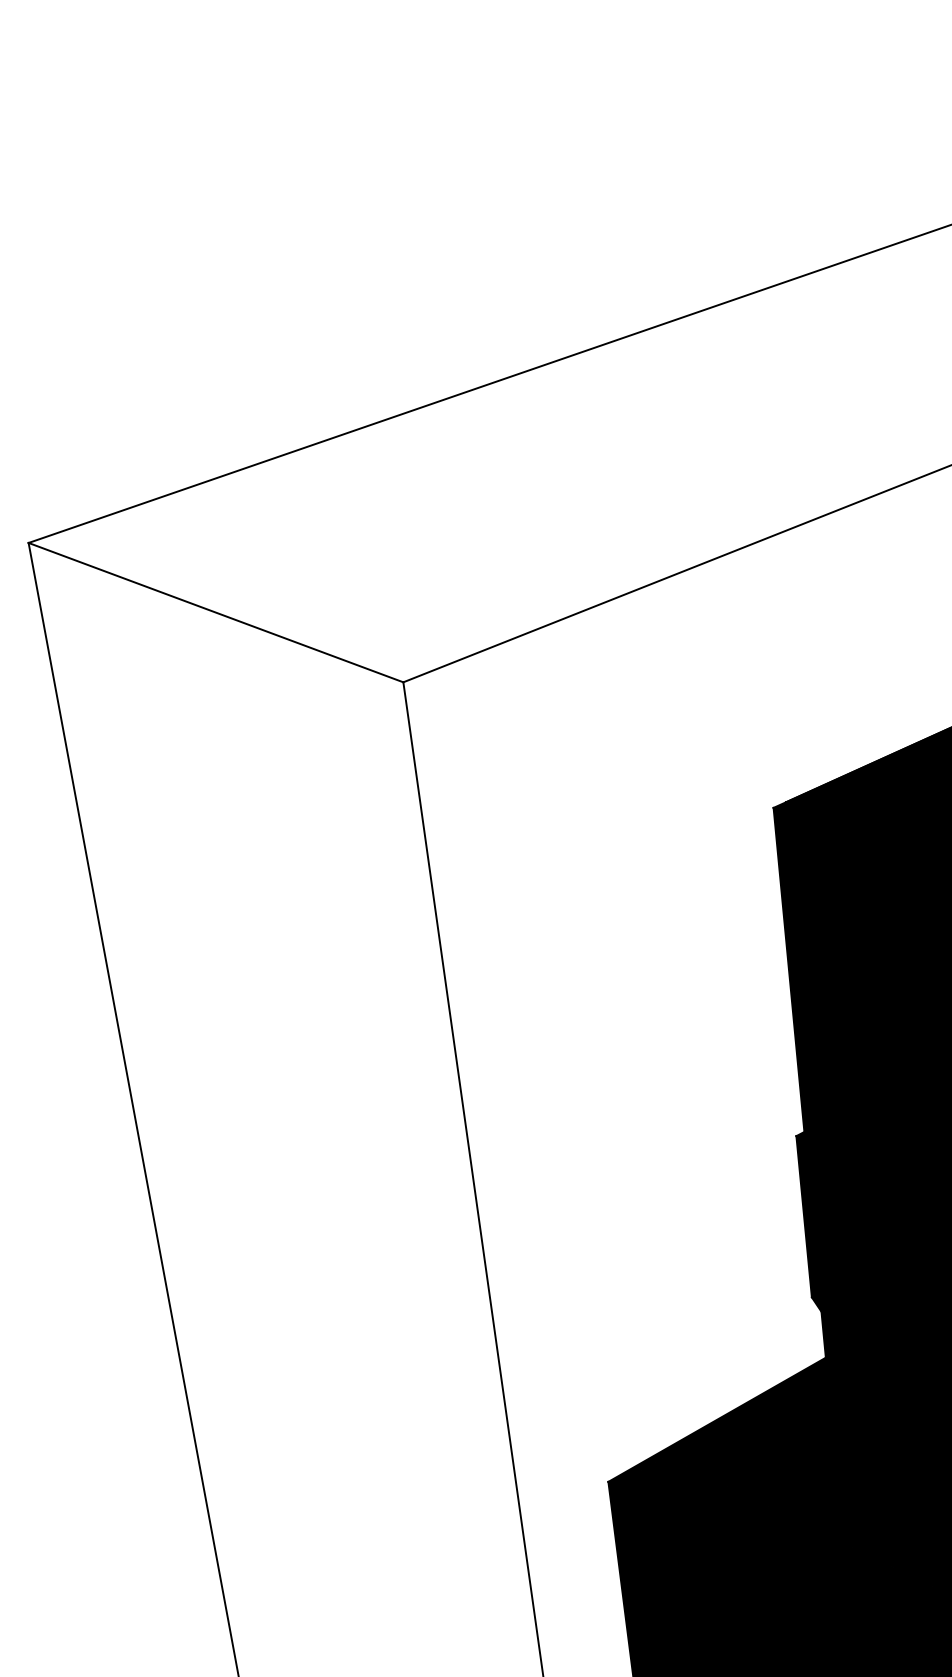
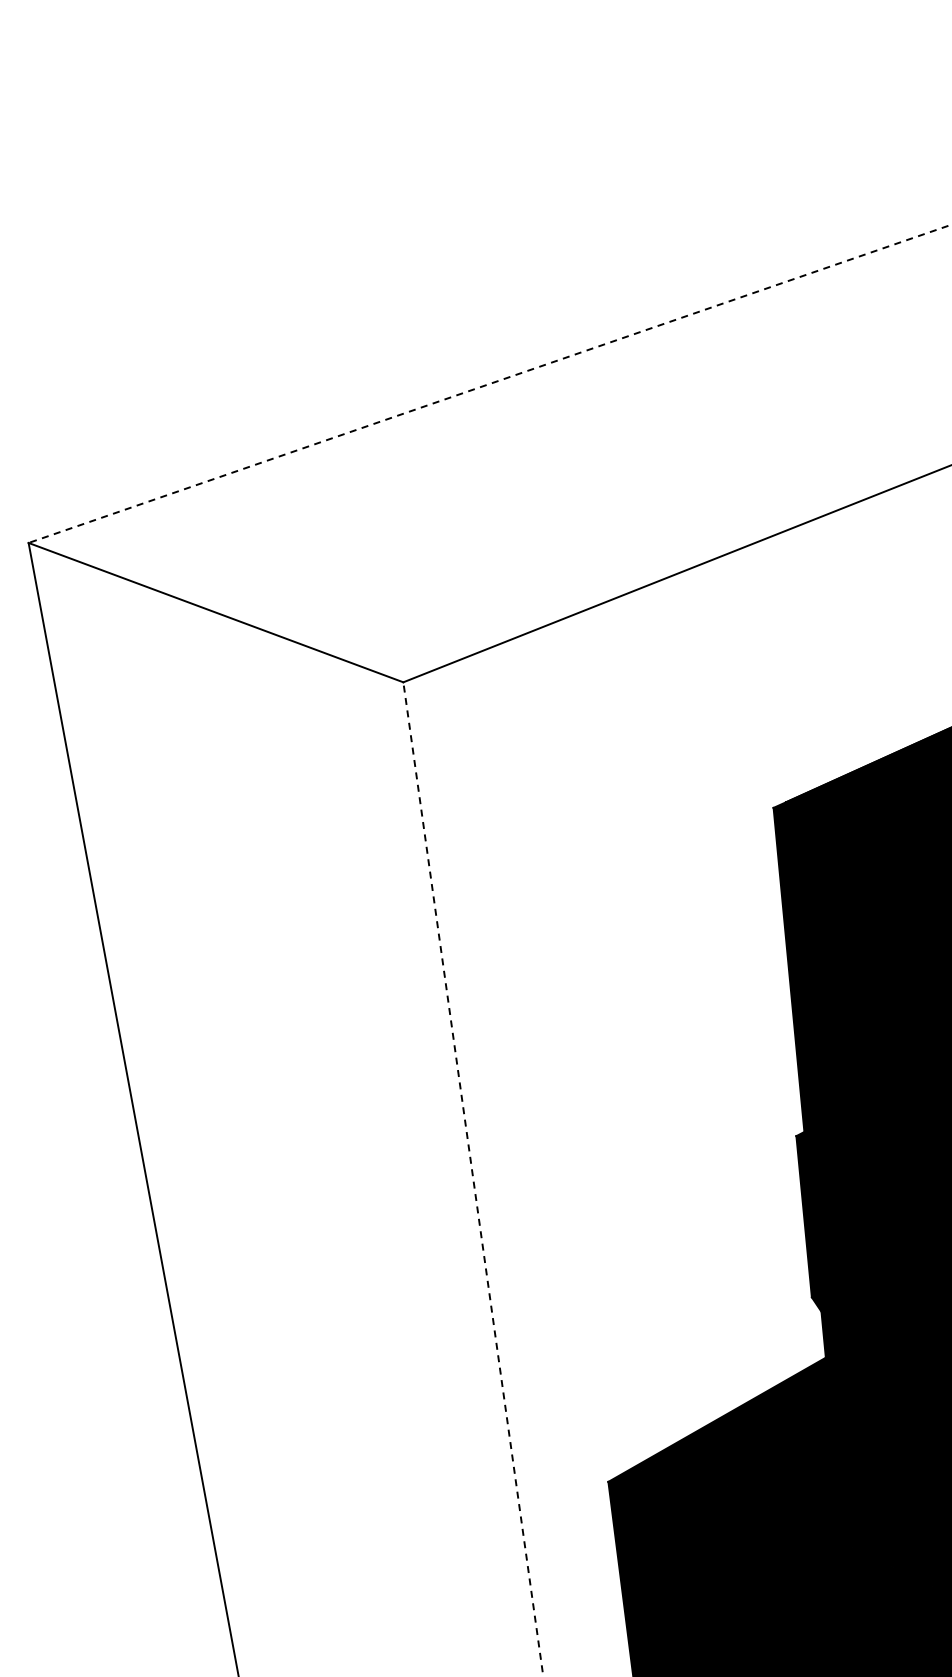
line at (489, 383): solid -> dashed
line at (473, 1179): solid -> dashed
